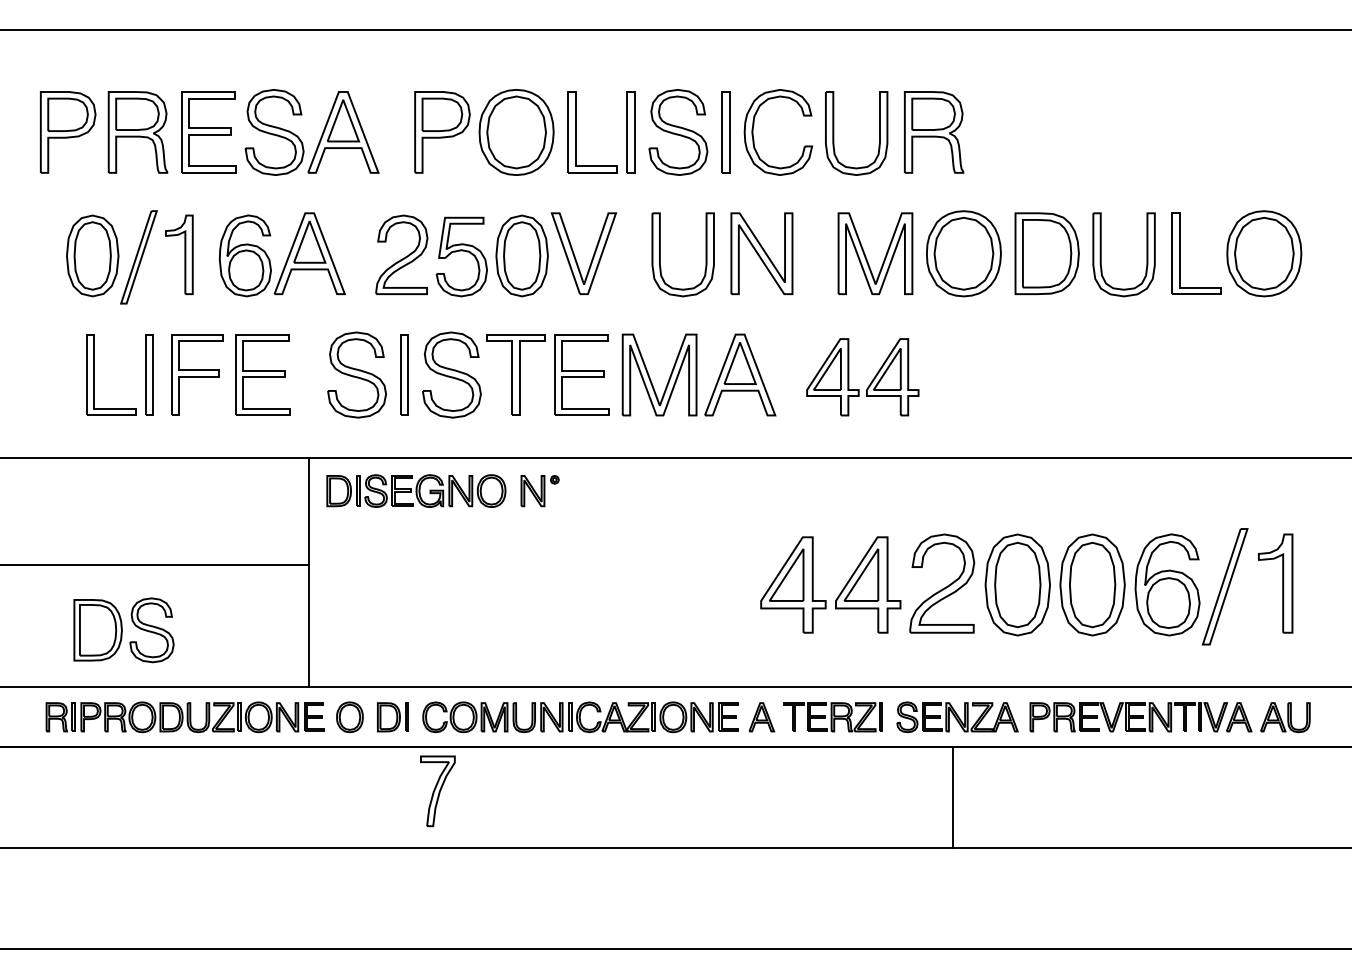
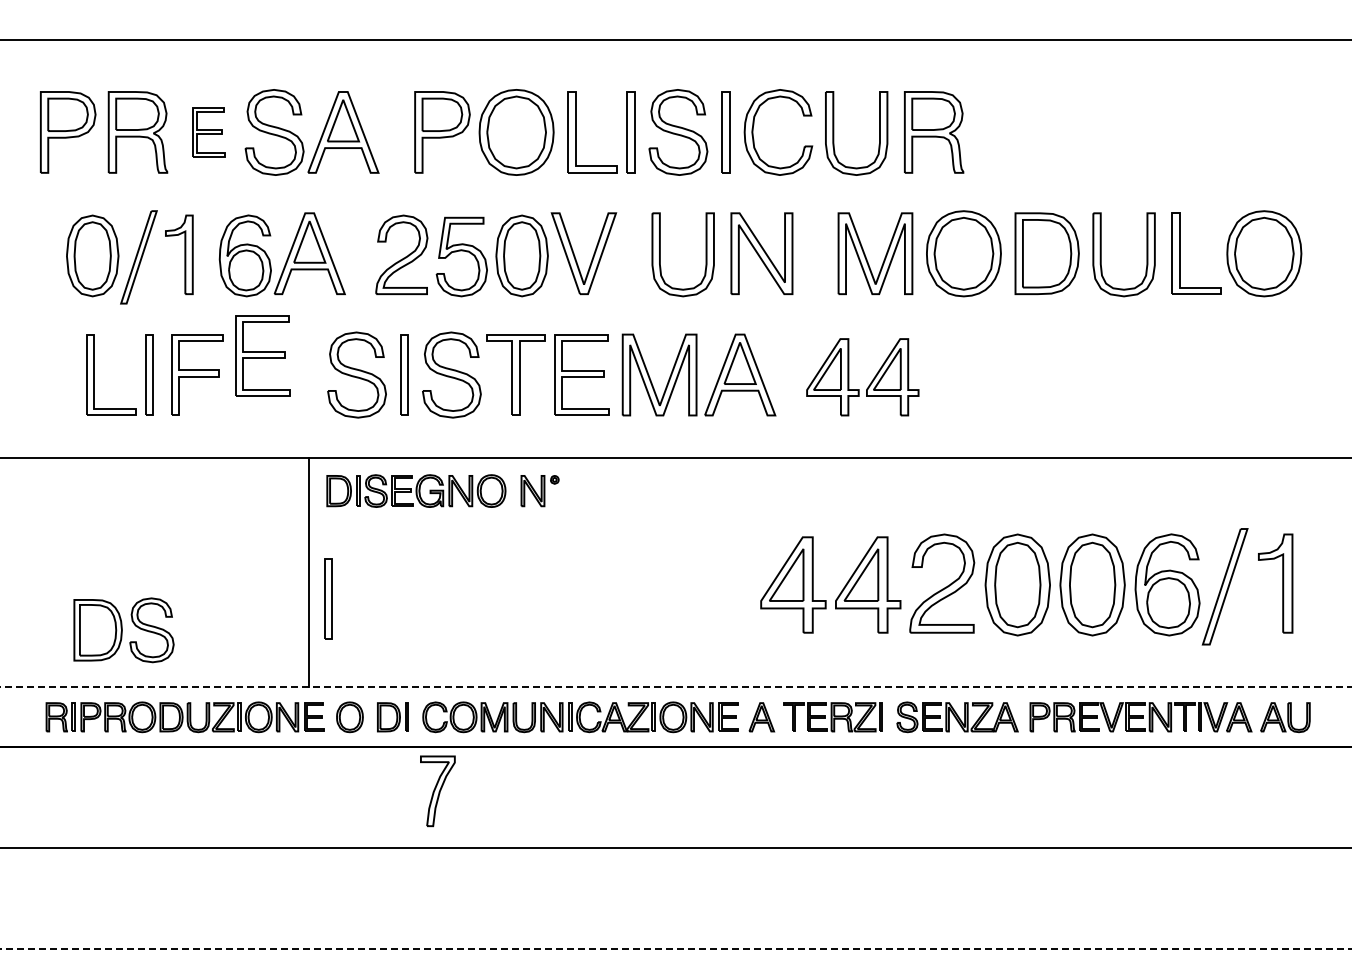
line at (675, 29) position: (675, 29) -> (675, 39)
part at (208, 132) size: 56x83 px -> 34x51 px
part at (262, 374) position: (262, 374) -> (262, 355)
line at (155, 565): present -> none
part at (328, 598): none -> present
line at (676, 686): solid -> dashed
line at (953, 797): present -> none
line at (675, 949): solid -> dashed
